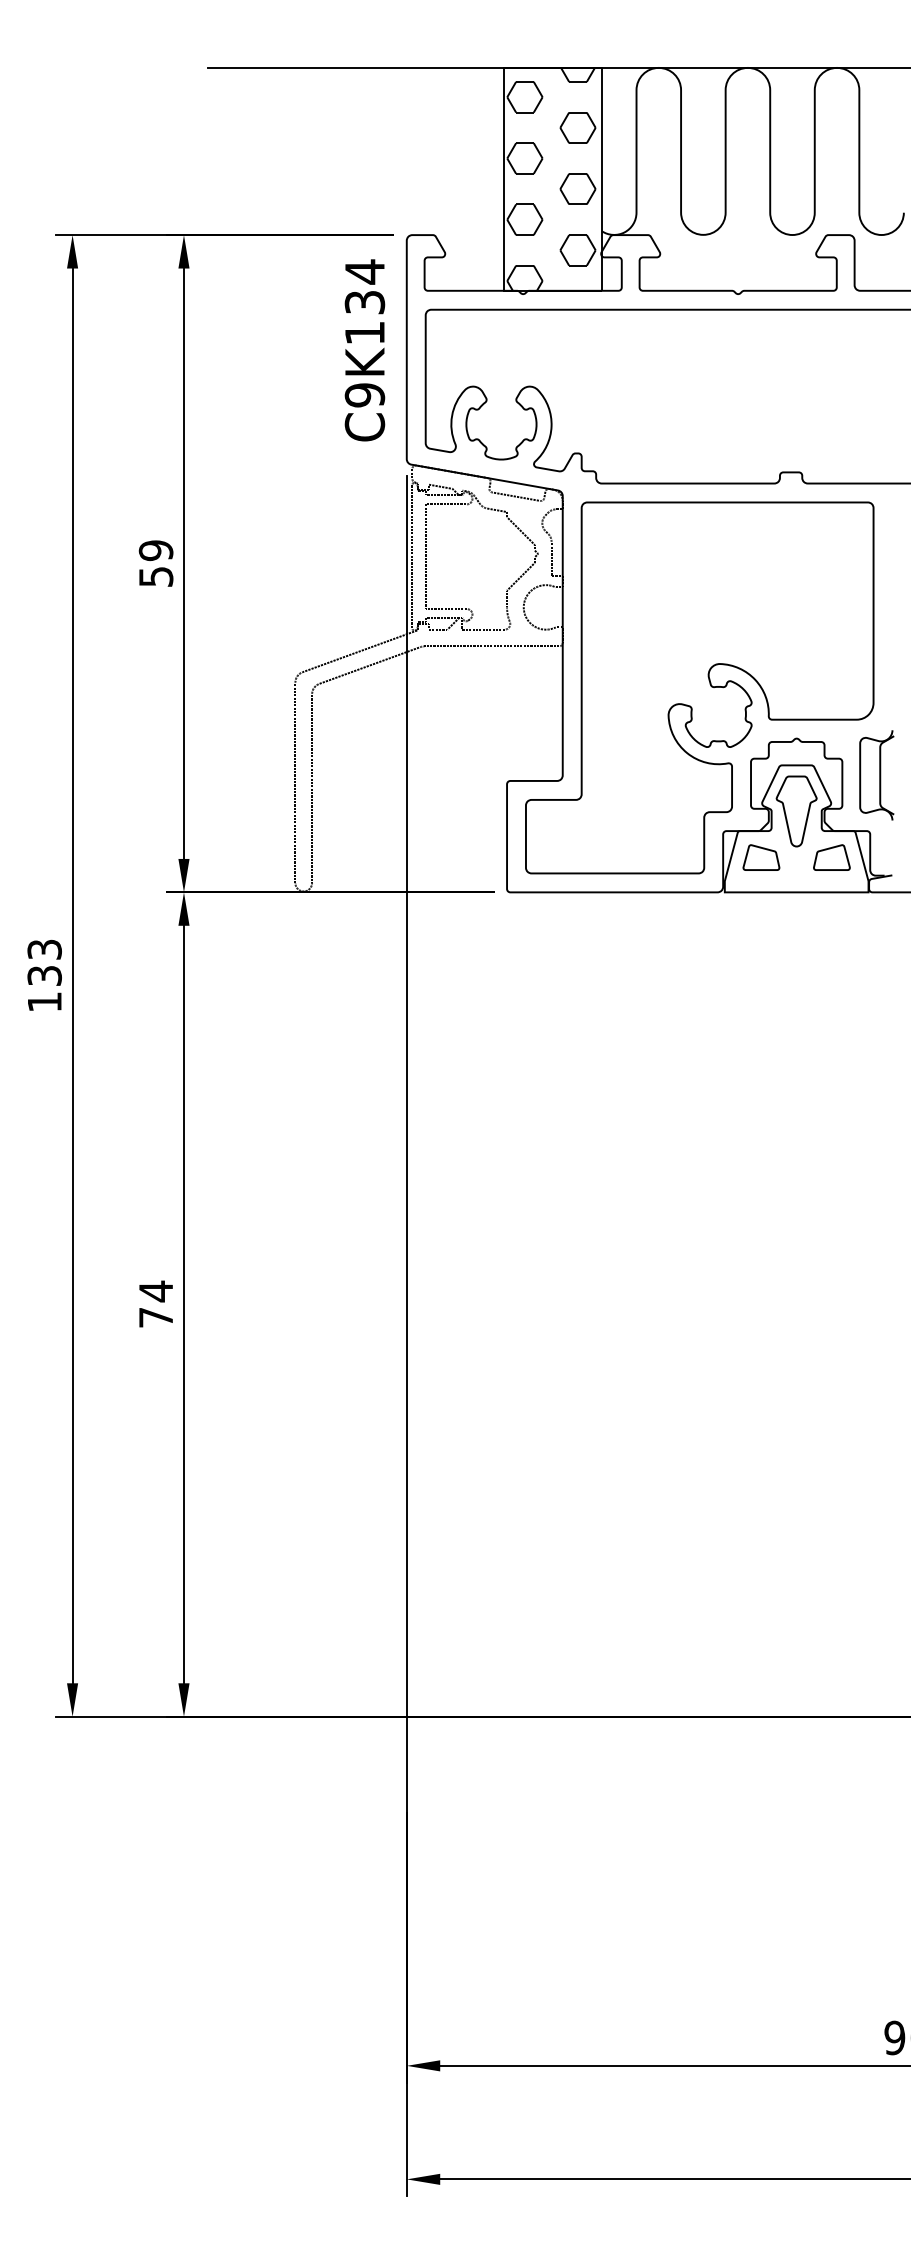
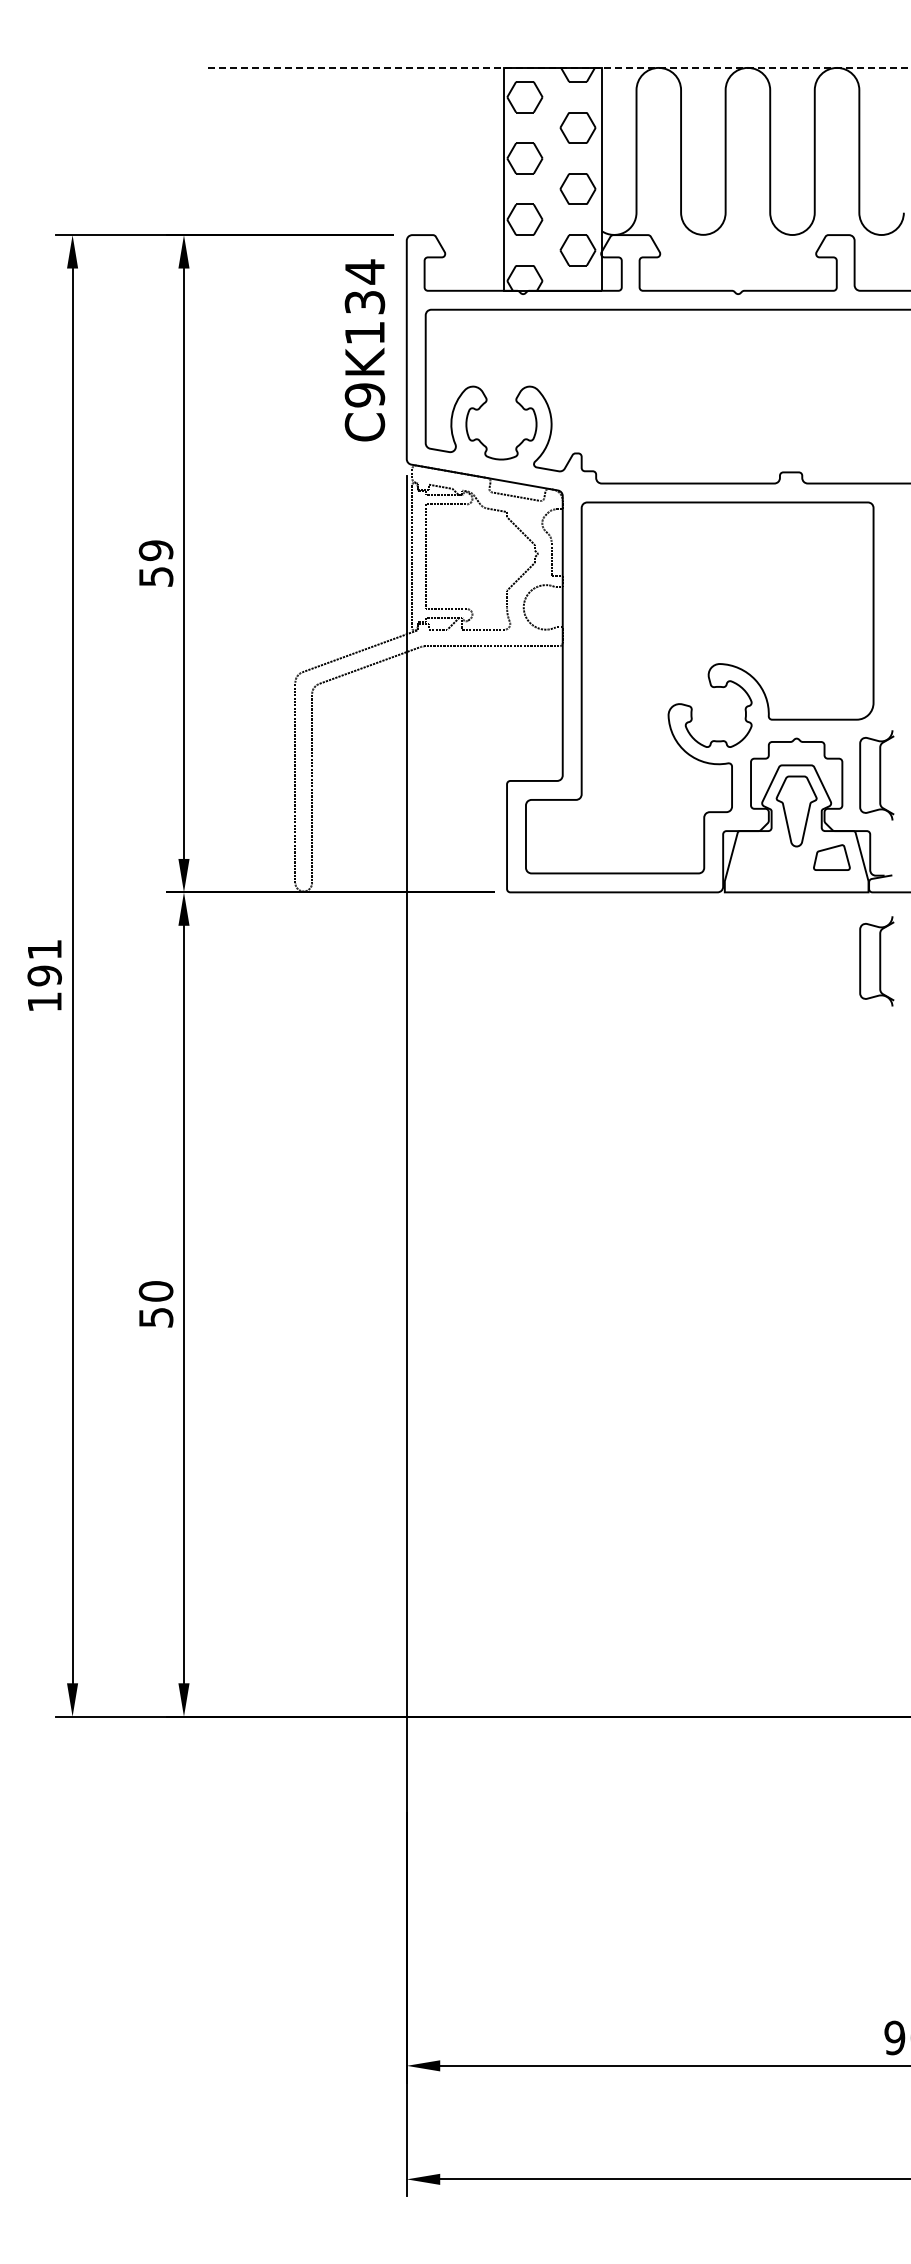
line at (559, 68): solid -> dashed
part at (761, 857): present -> none
part at (876, 961): none -> present
text at (44, 962): 133 -> 191
text at (155, 1303): 74 -> 50
